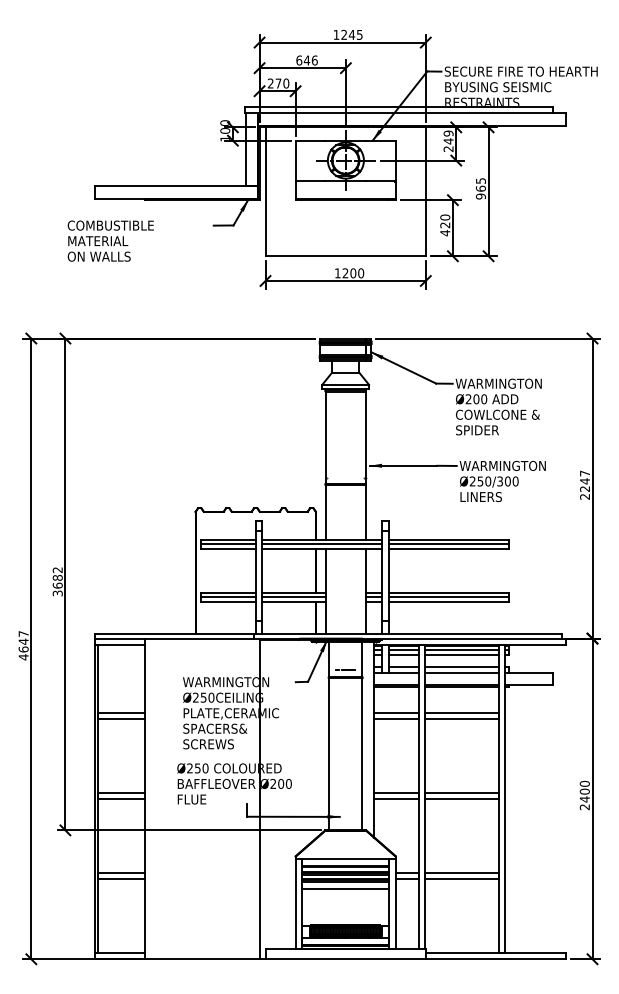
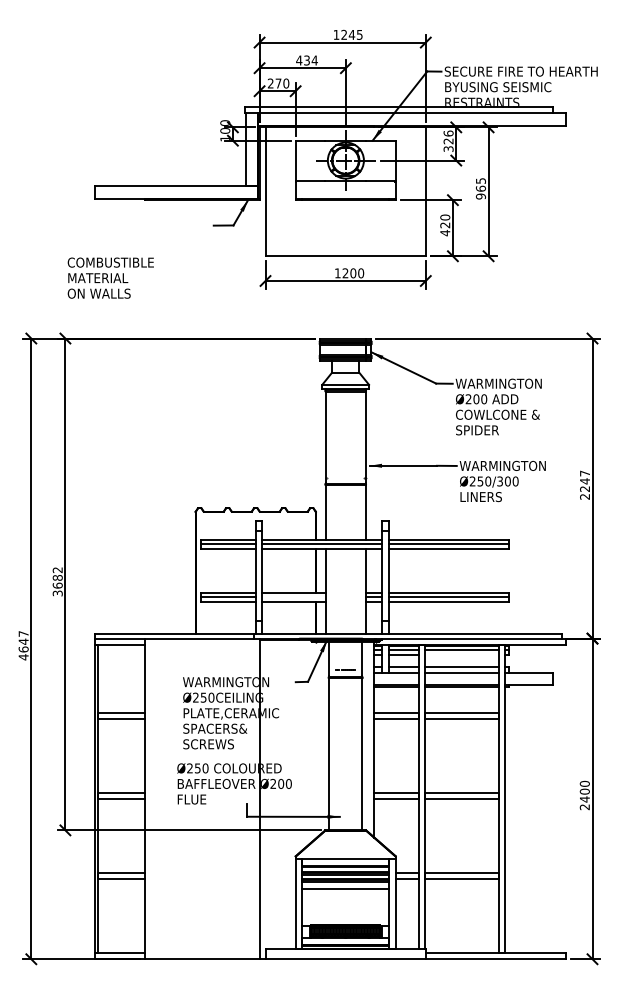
text at (306, 60): 646 -> 434
text at (448, 140): 249 -> 326
text at (110, 240) position: (110, 240) -> (110, 277)
line at (293, 597): present -> none
line at (461, 654): present -> none
